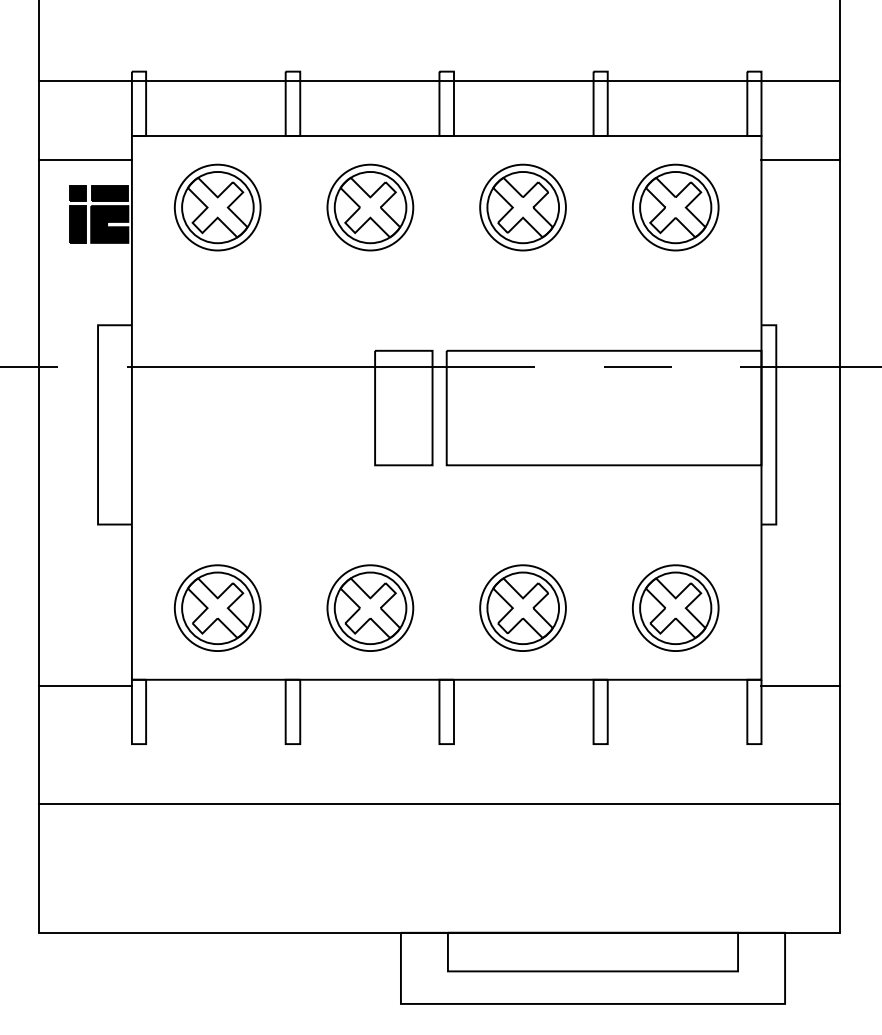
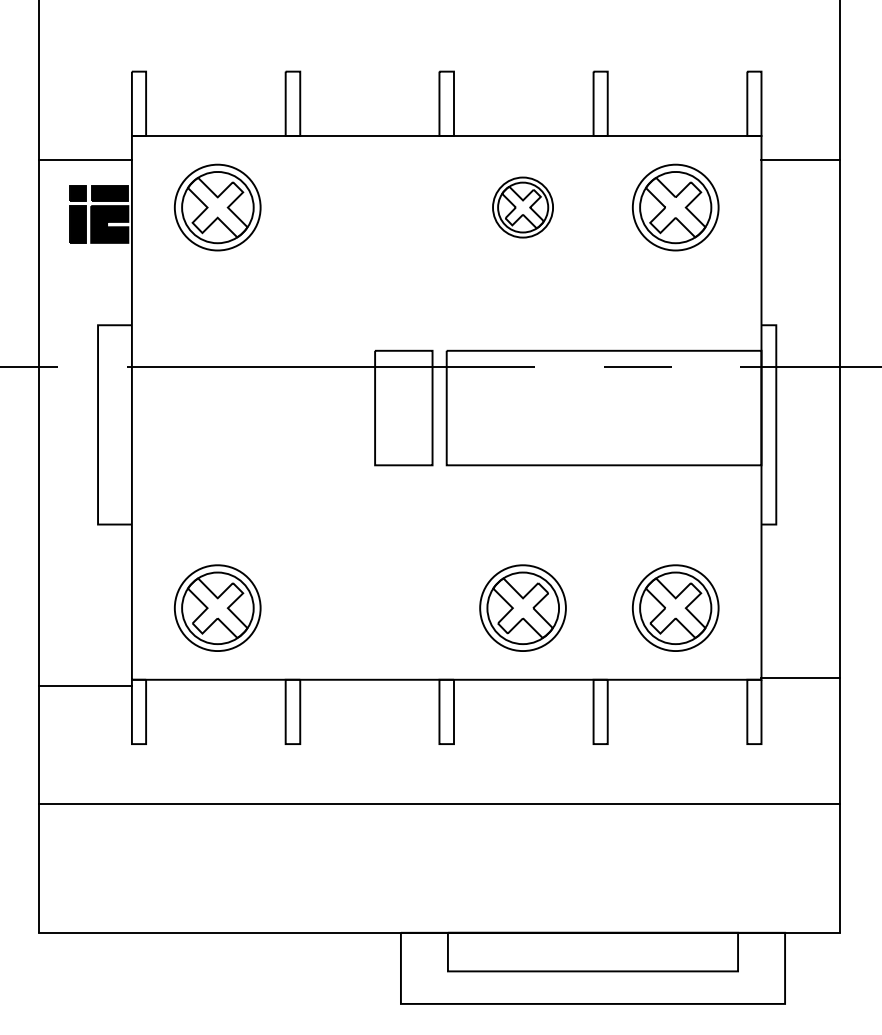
line at (439, 81): present -> none
part at (370, 207): present -> none
part at (522, 207) size: 88x89 px -> 62x63 px
part at (370, 607): present -> none
line at (800, 686) position: (800, 686) -> (800, 678)
